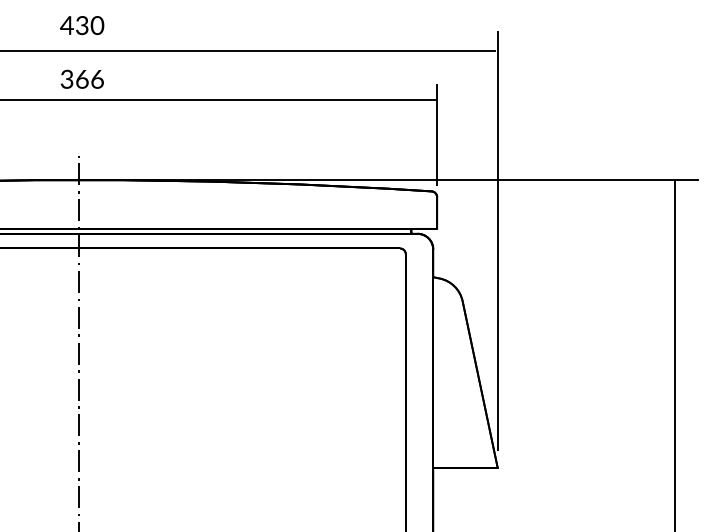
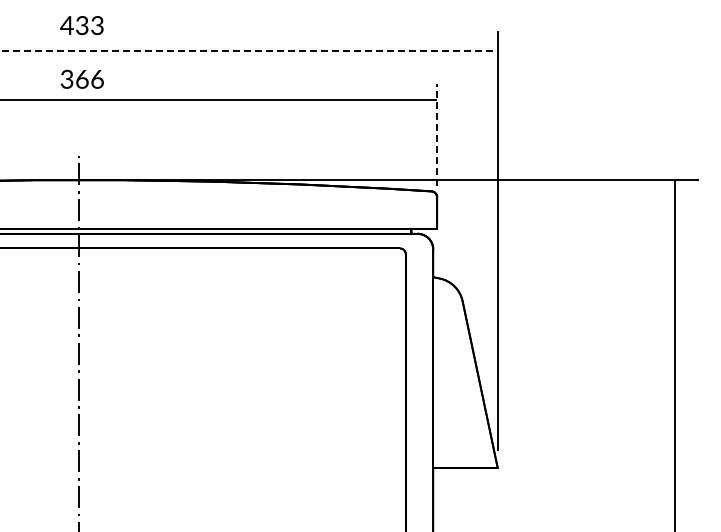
text at (97, 25): 430 -> 433
line at (248, 50): solid -> dashed
line at (437, 134): solid -> dashed
